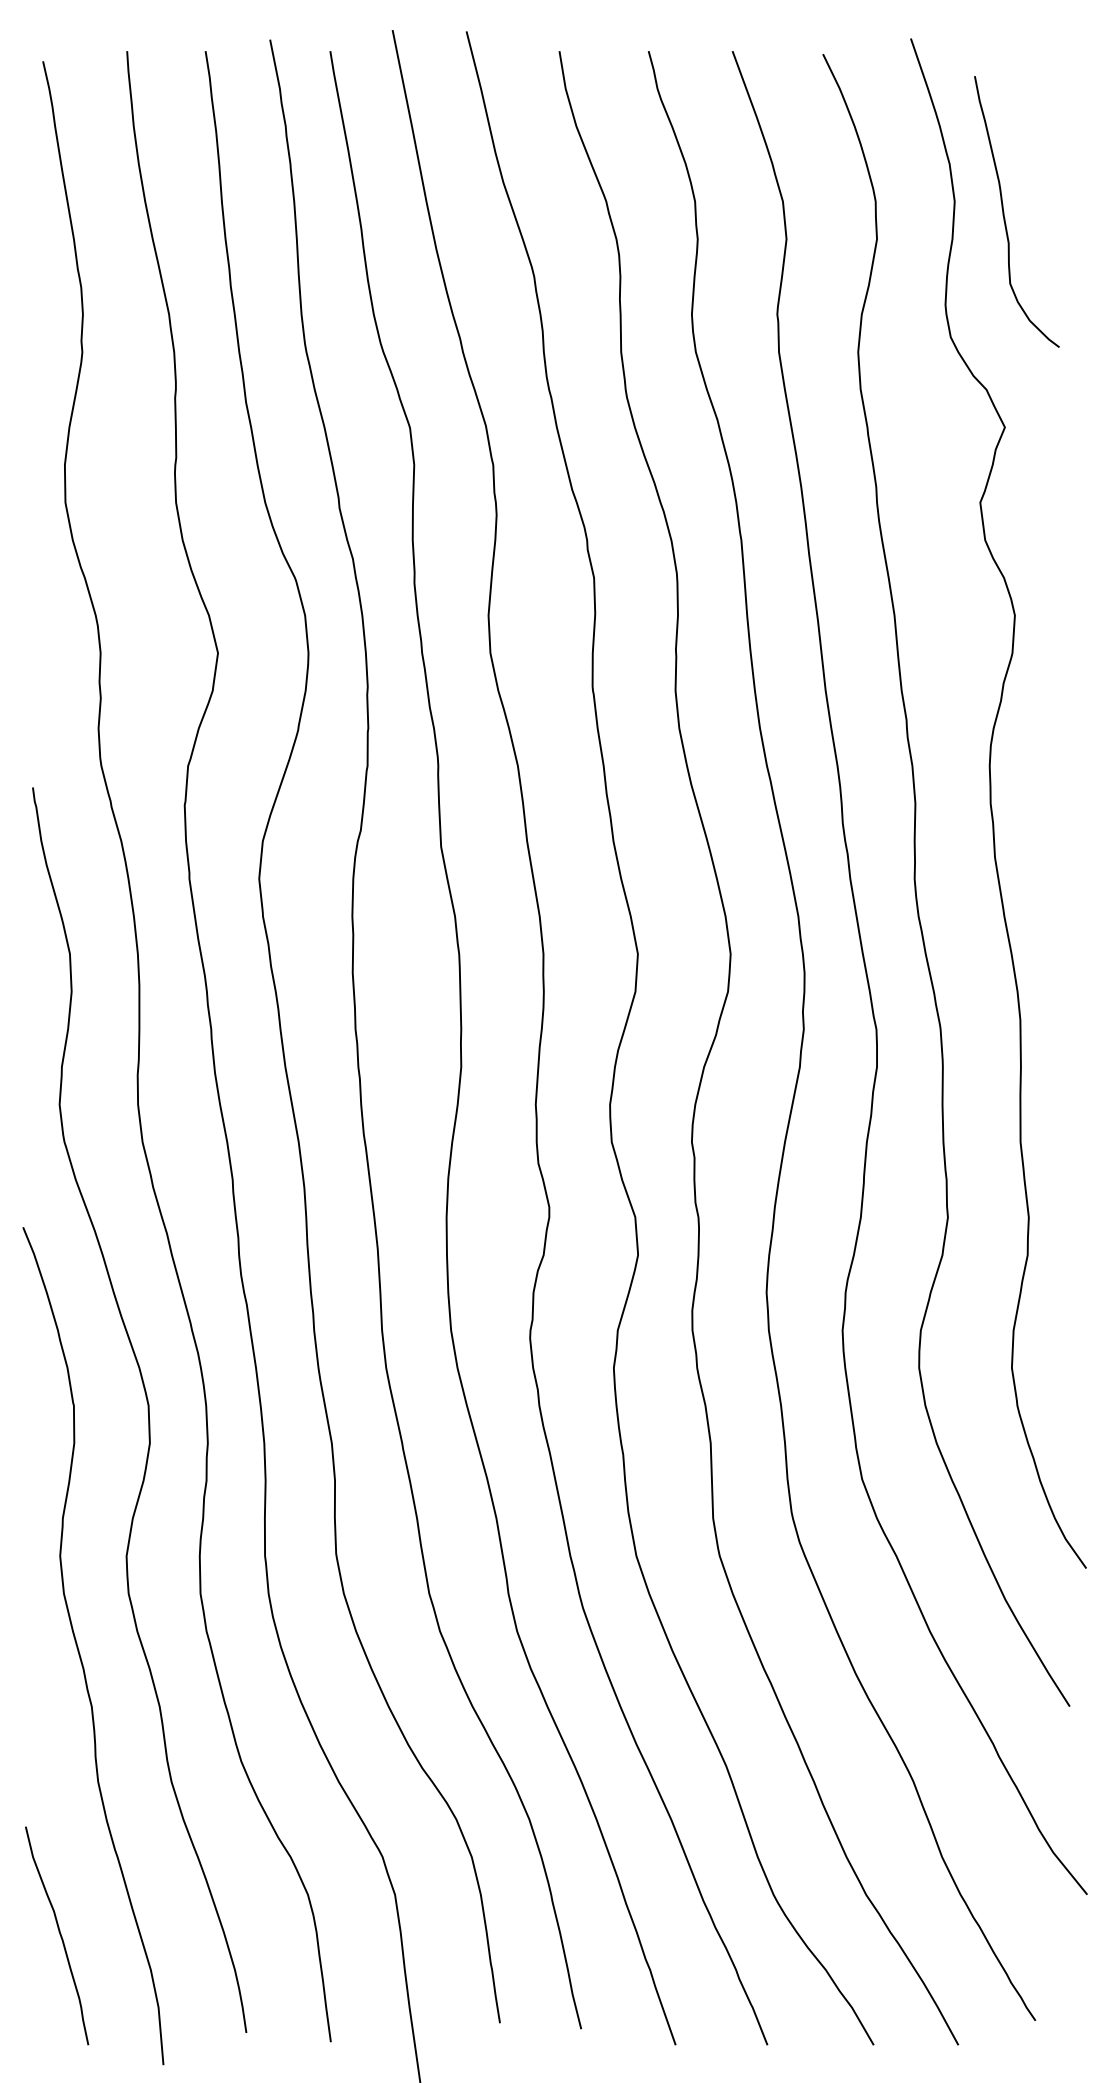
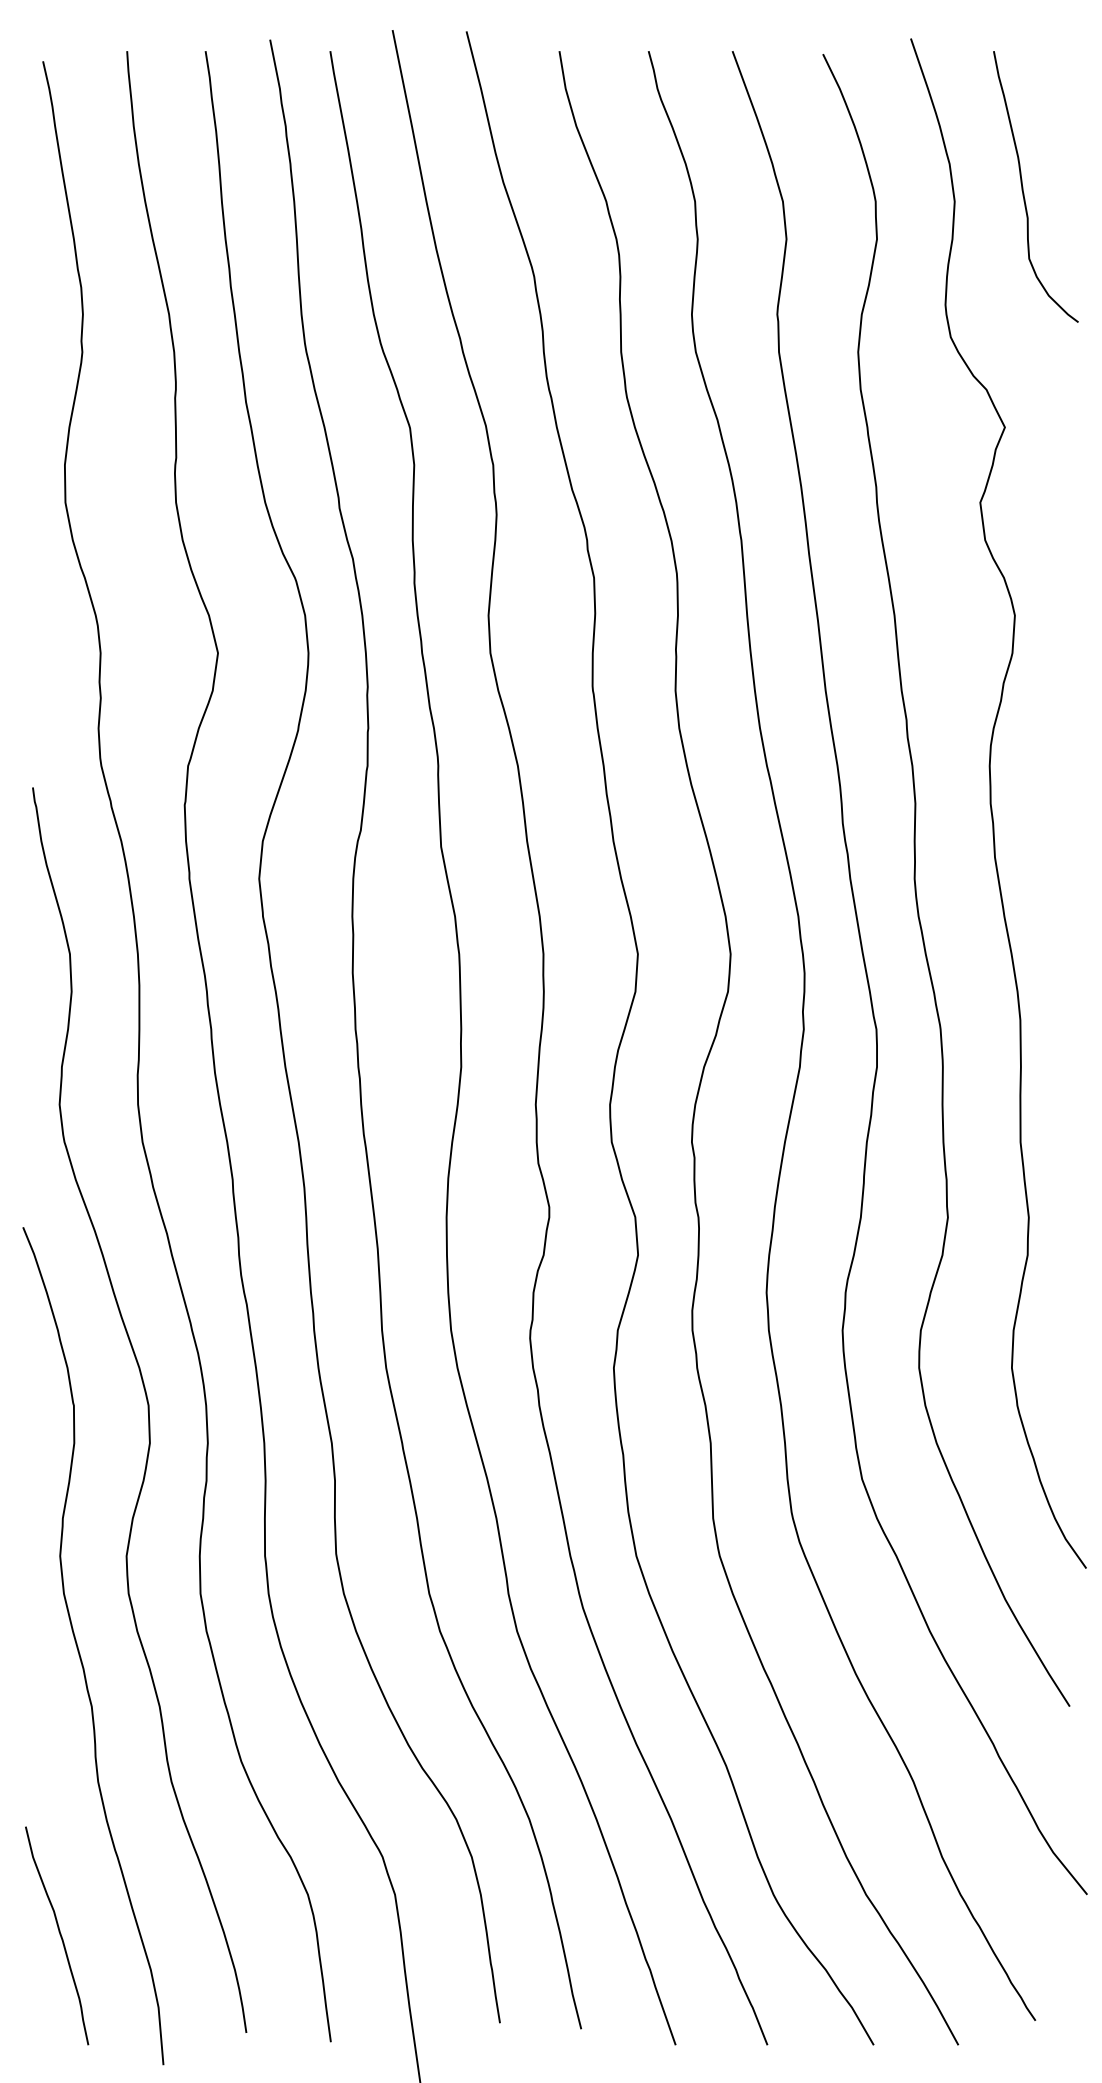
curve at (1004, 211) position: (1004, 211) -> (1023, 186)
